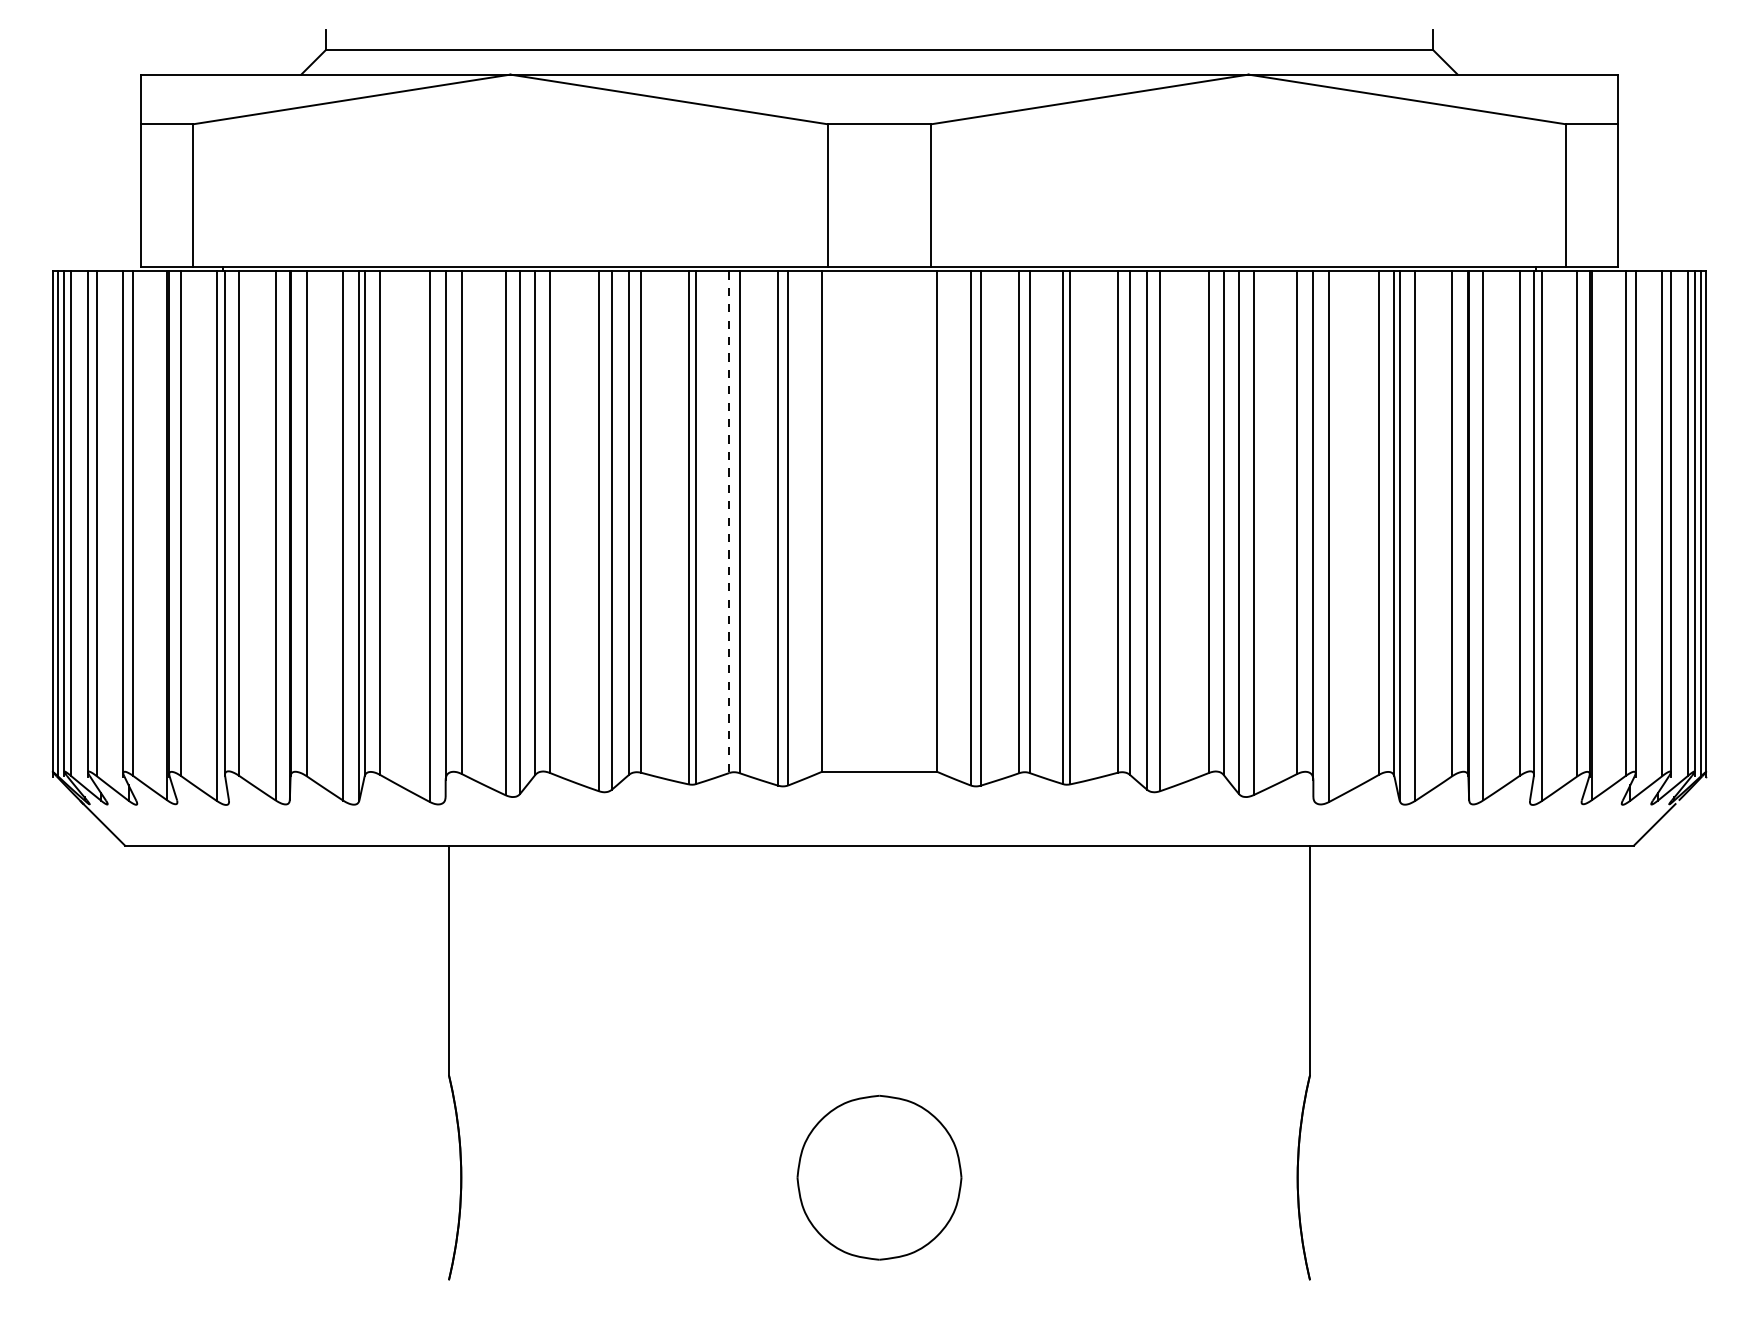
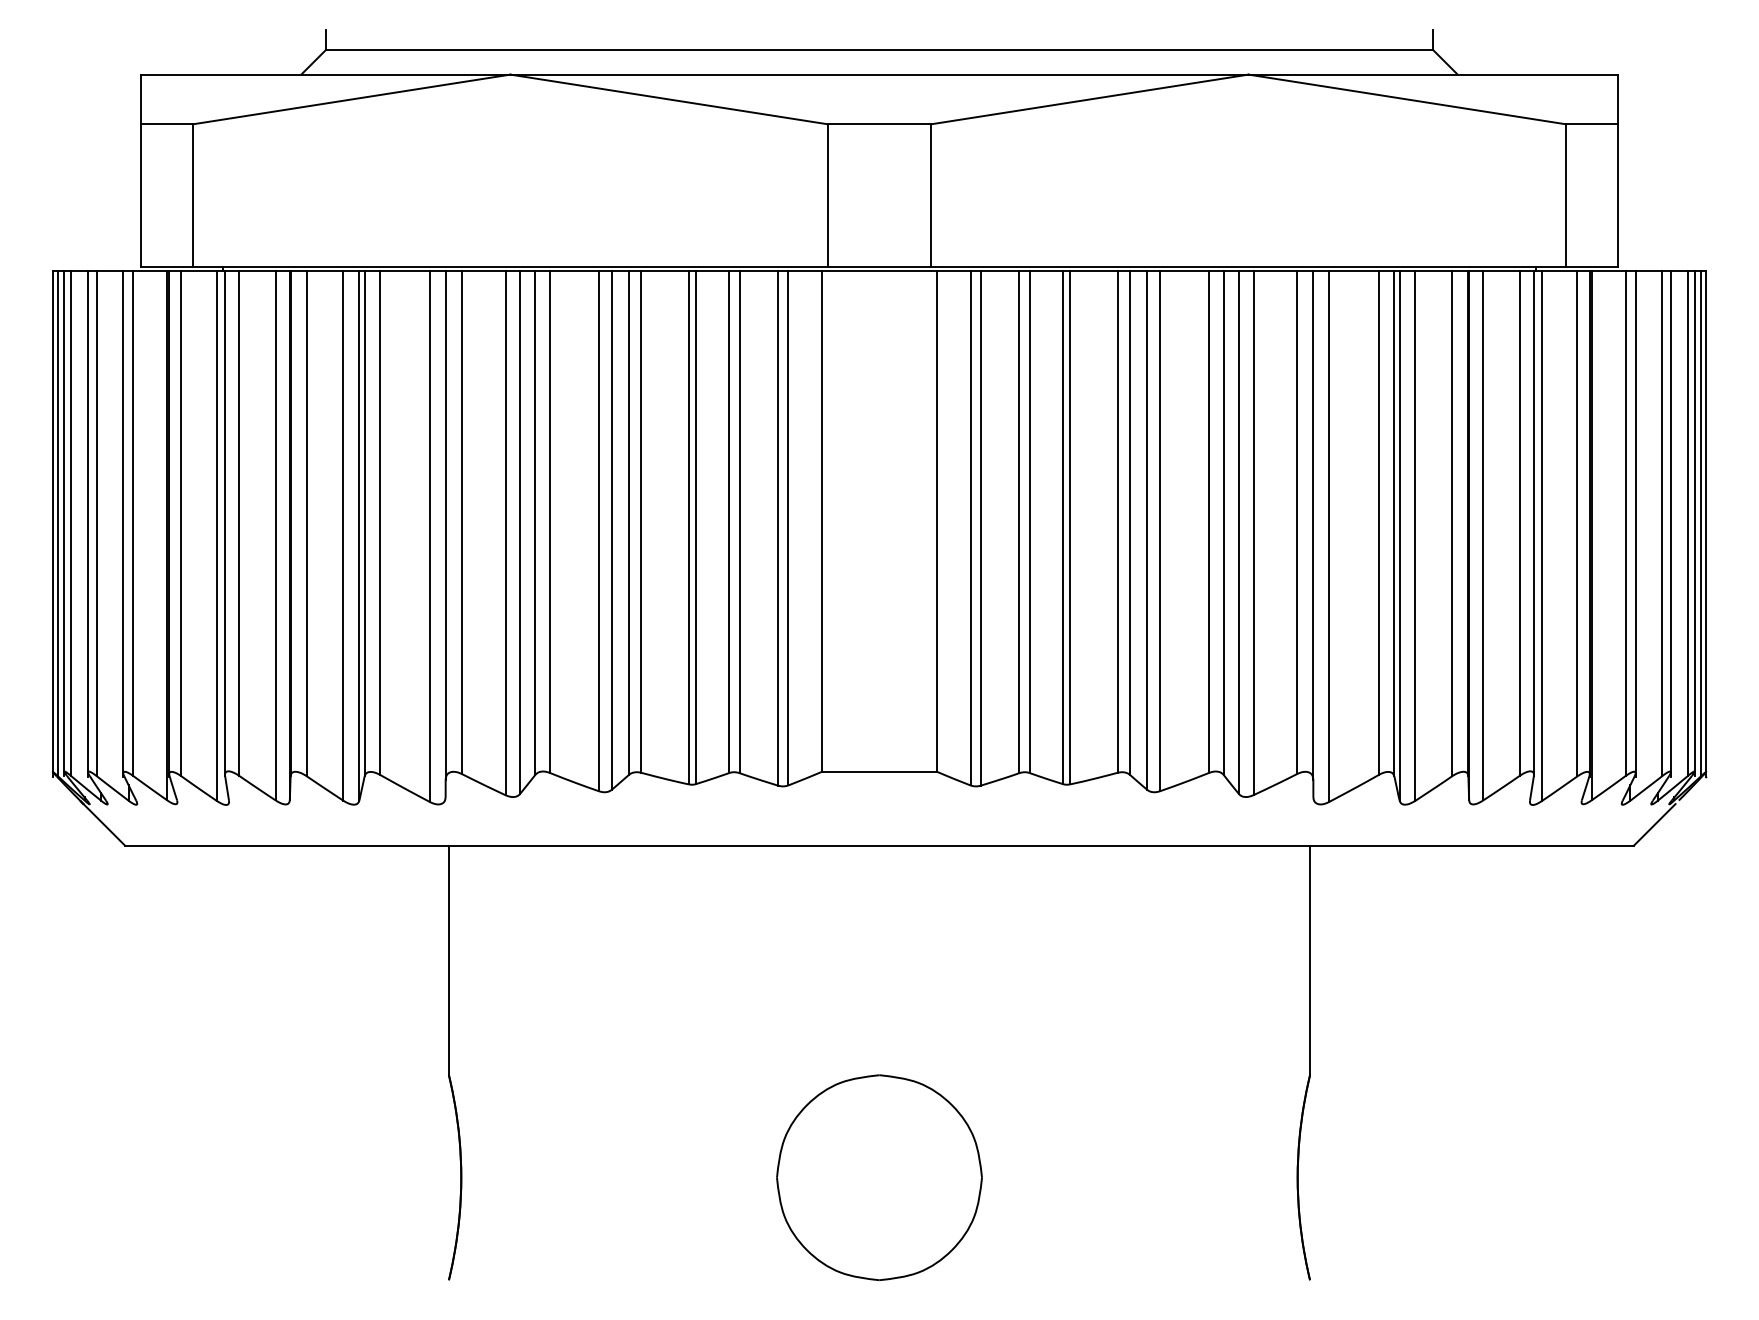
line at (729, 522): dashed -> solid
part at (879, 1177) size: 167x167 px -> 207x208 px
